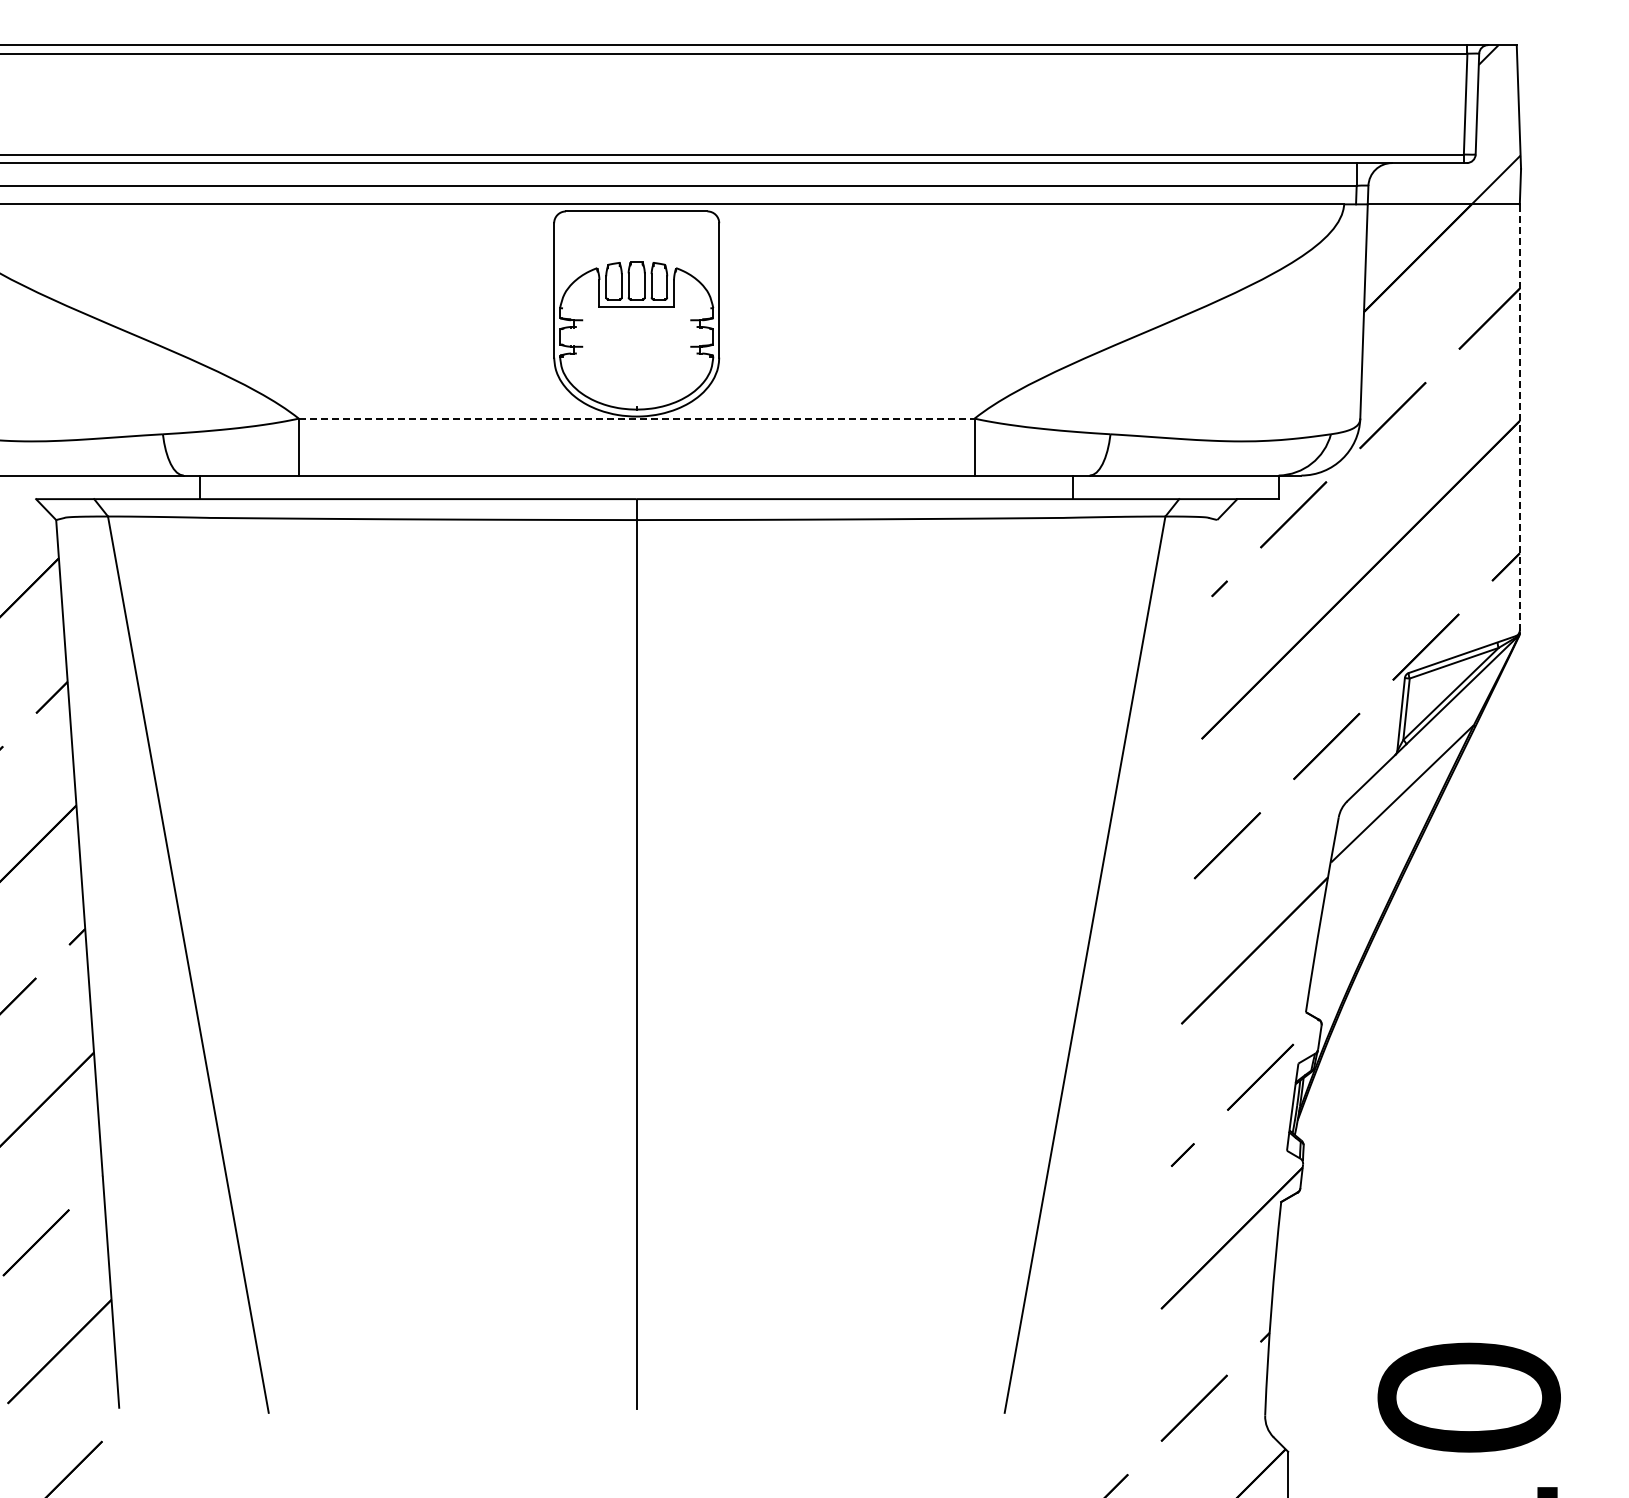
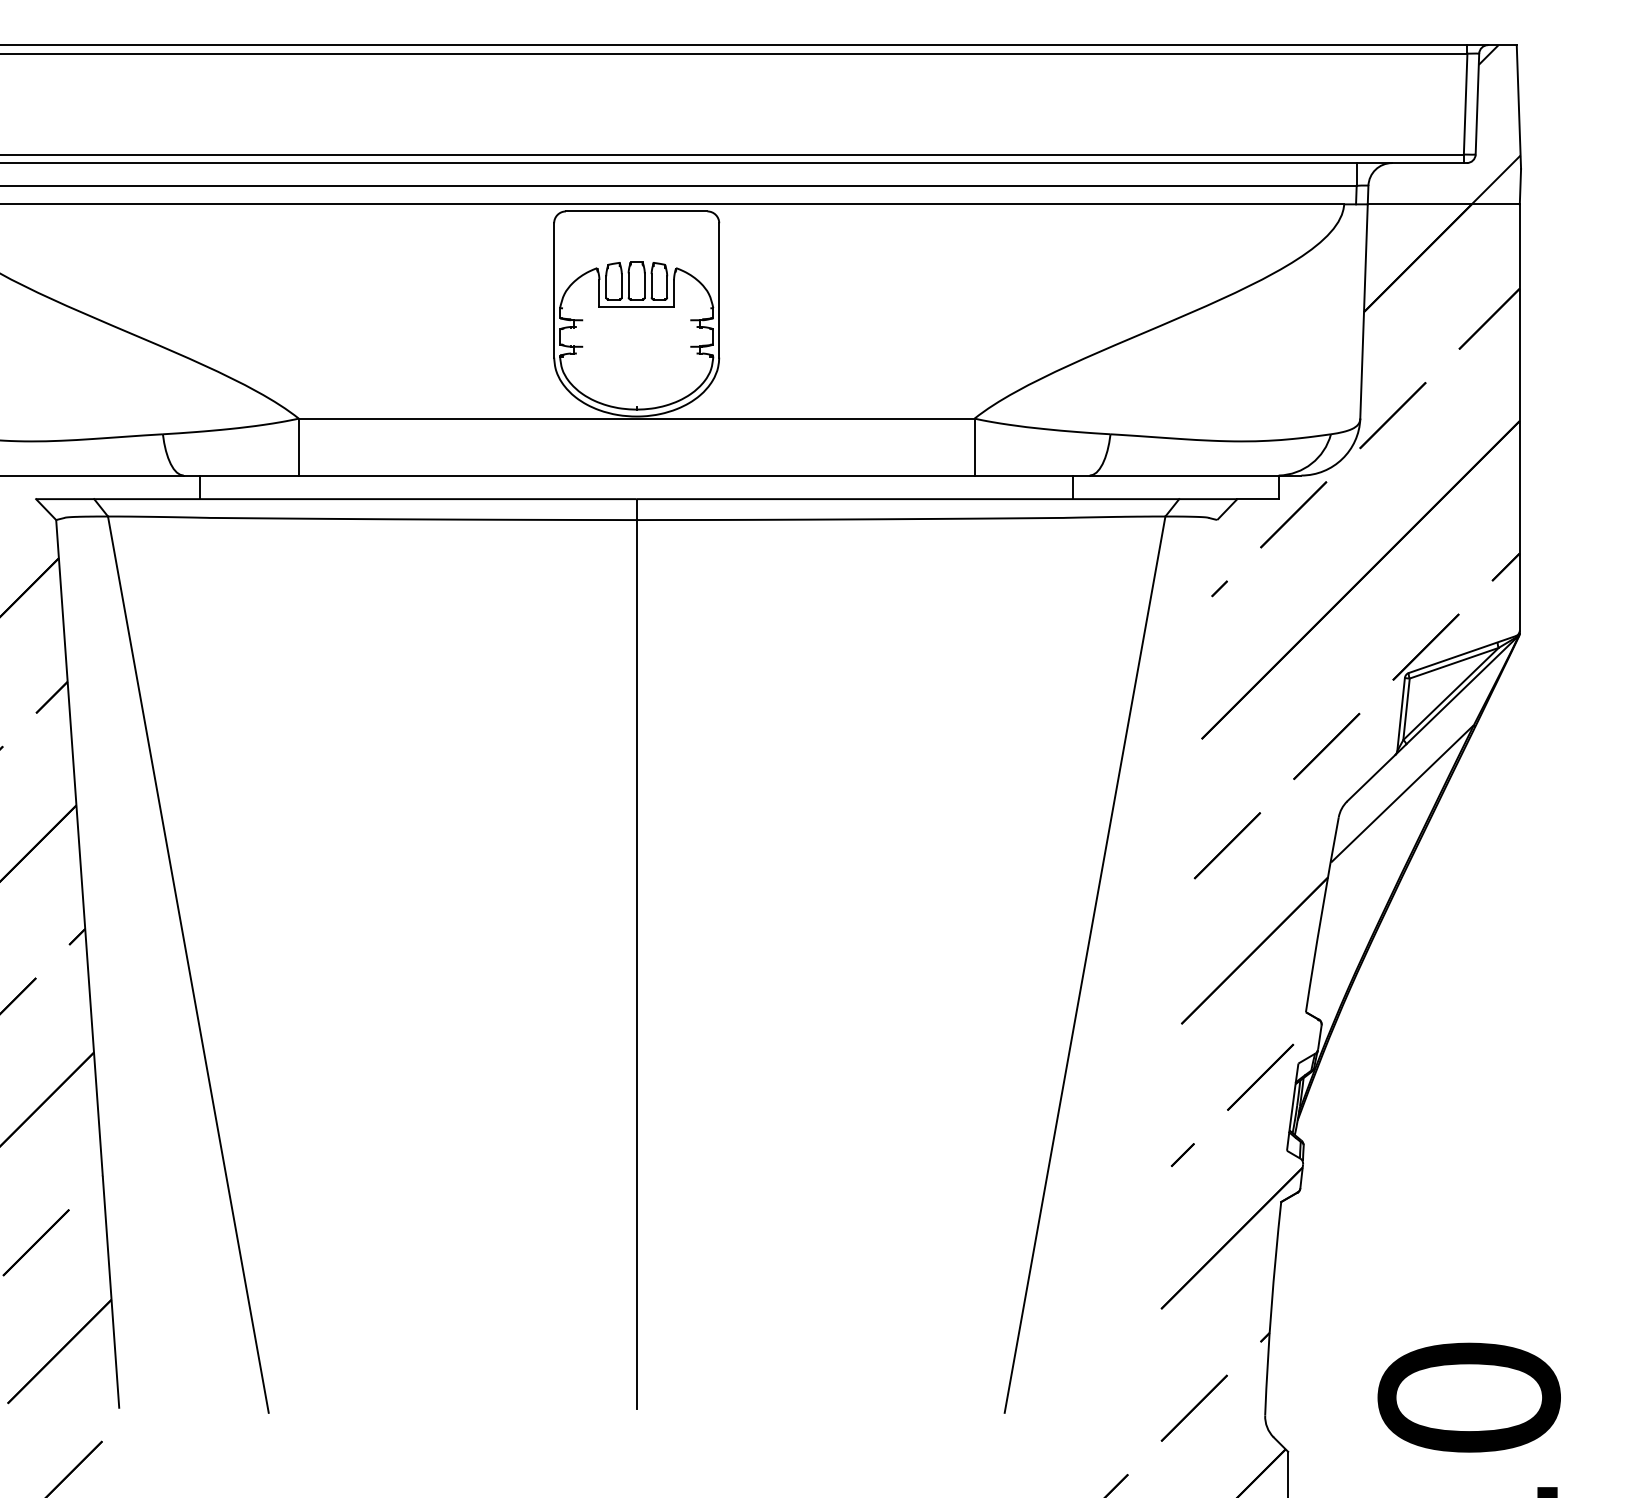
line at (1519, 416): dashed -> solid
line at (636, 418): dashed -> solid
